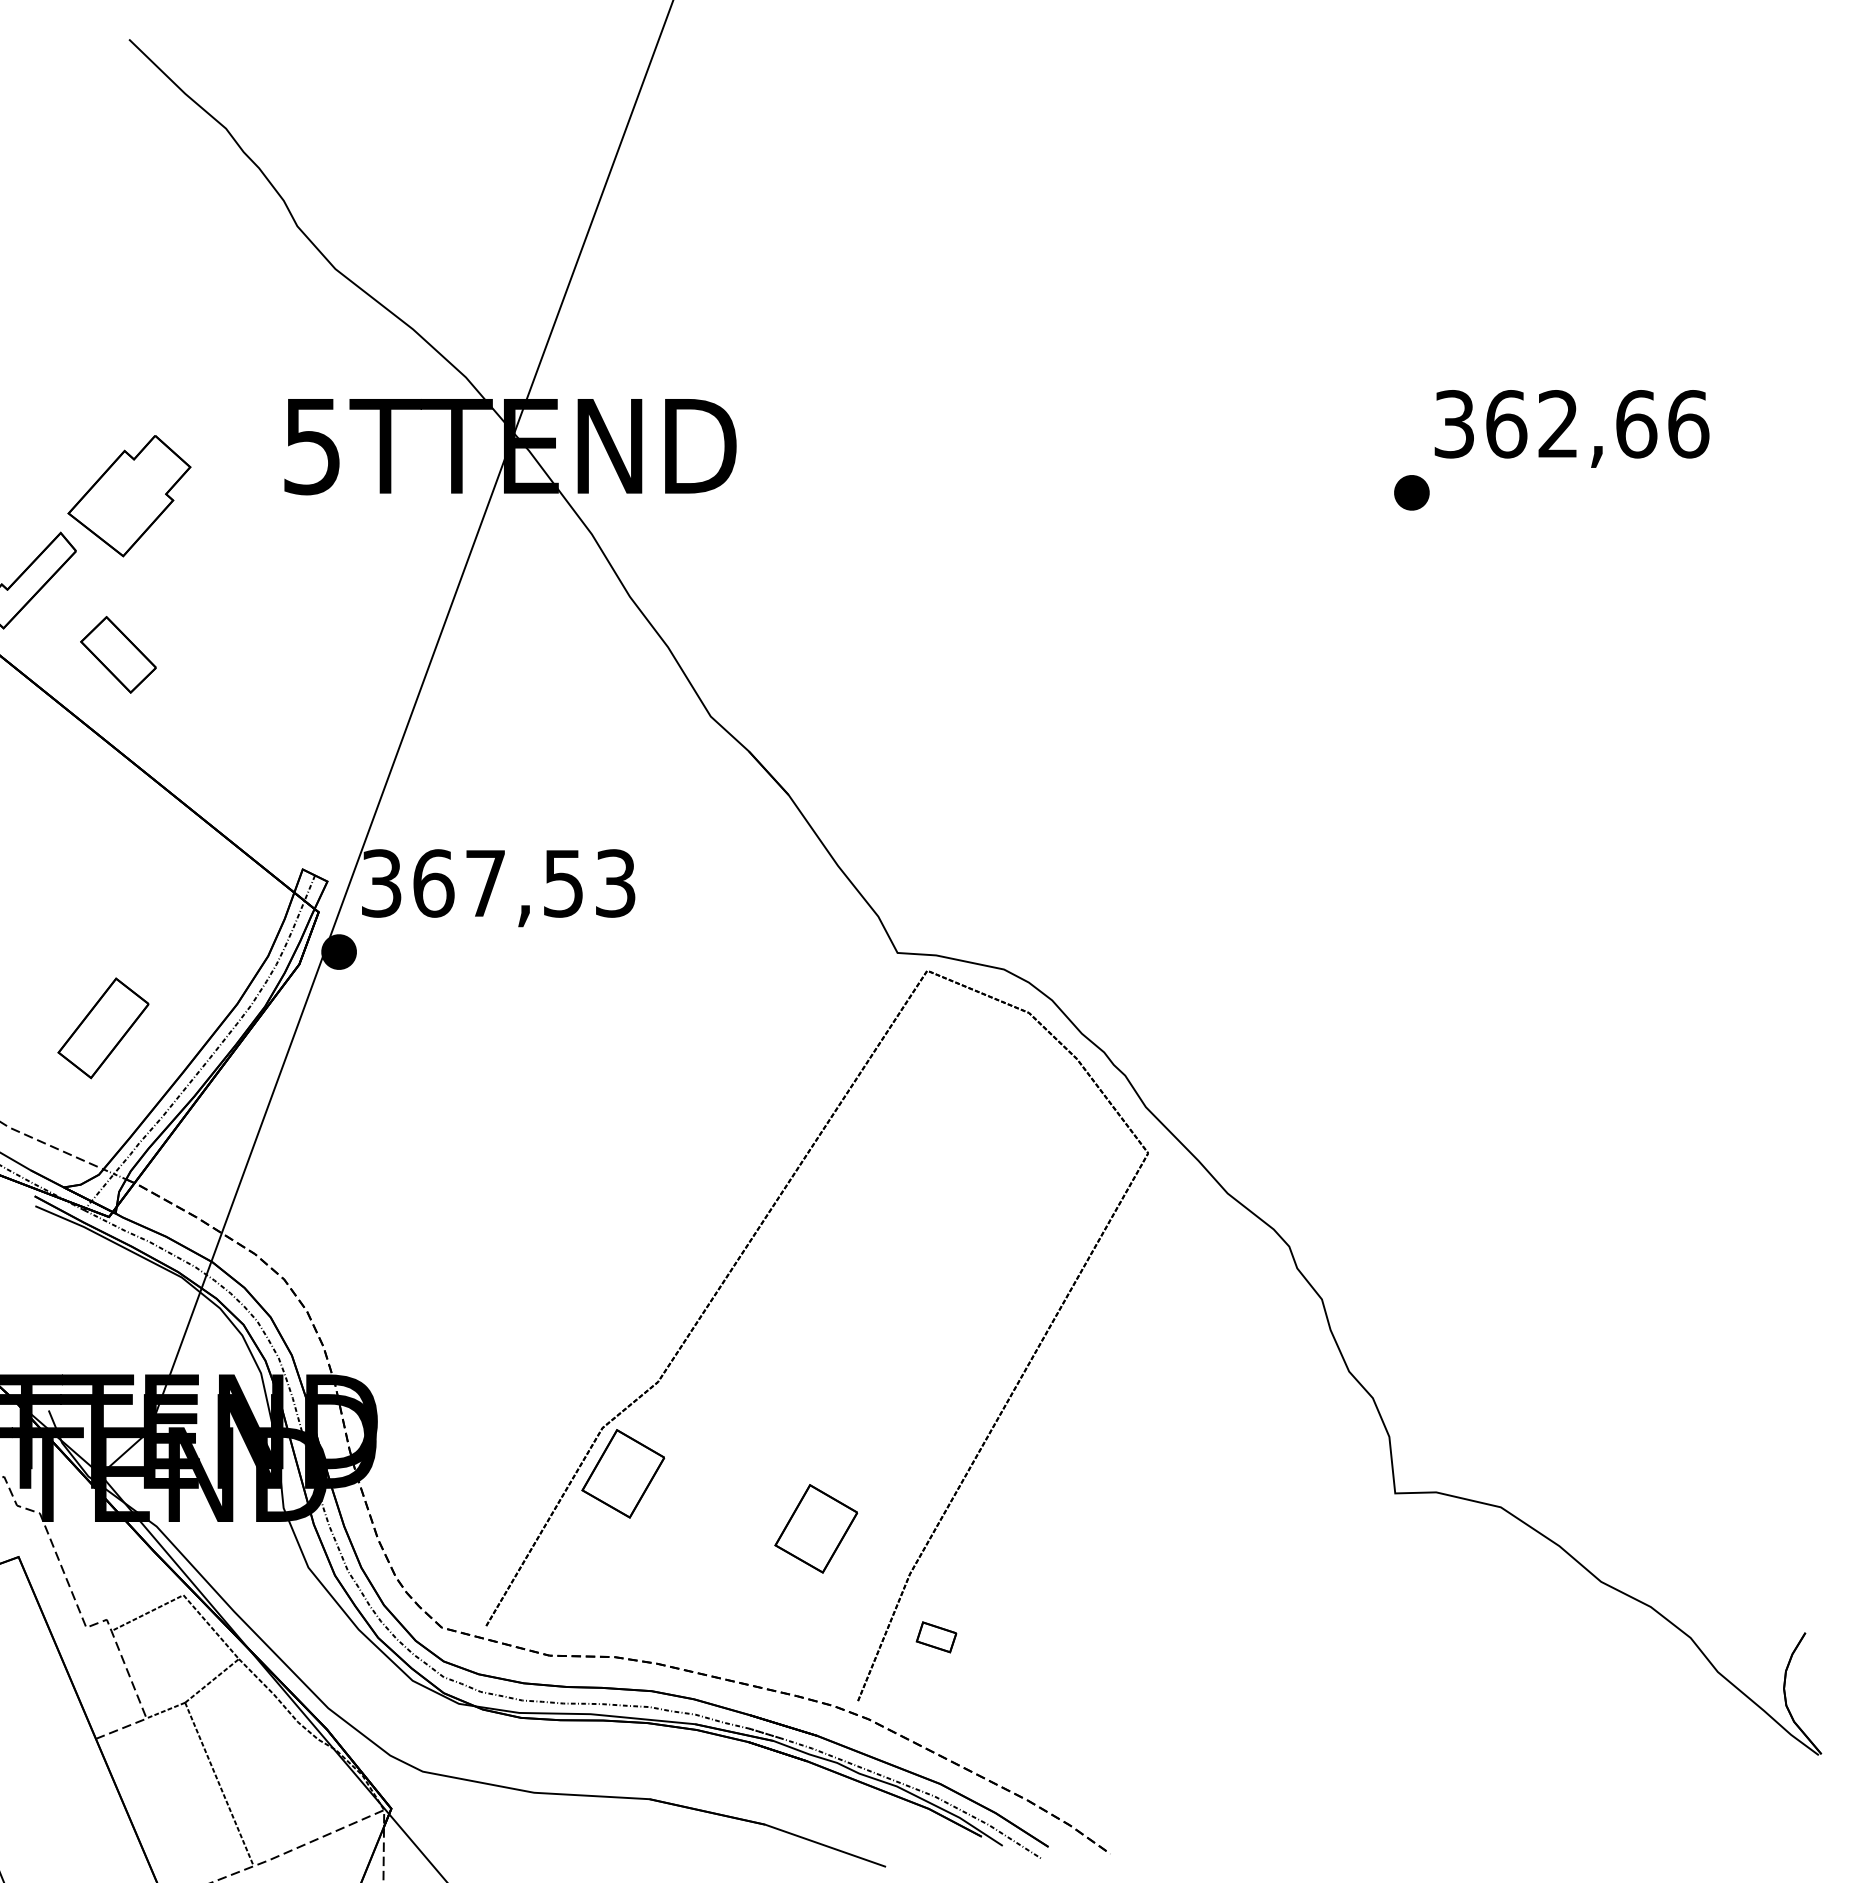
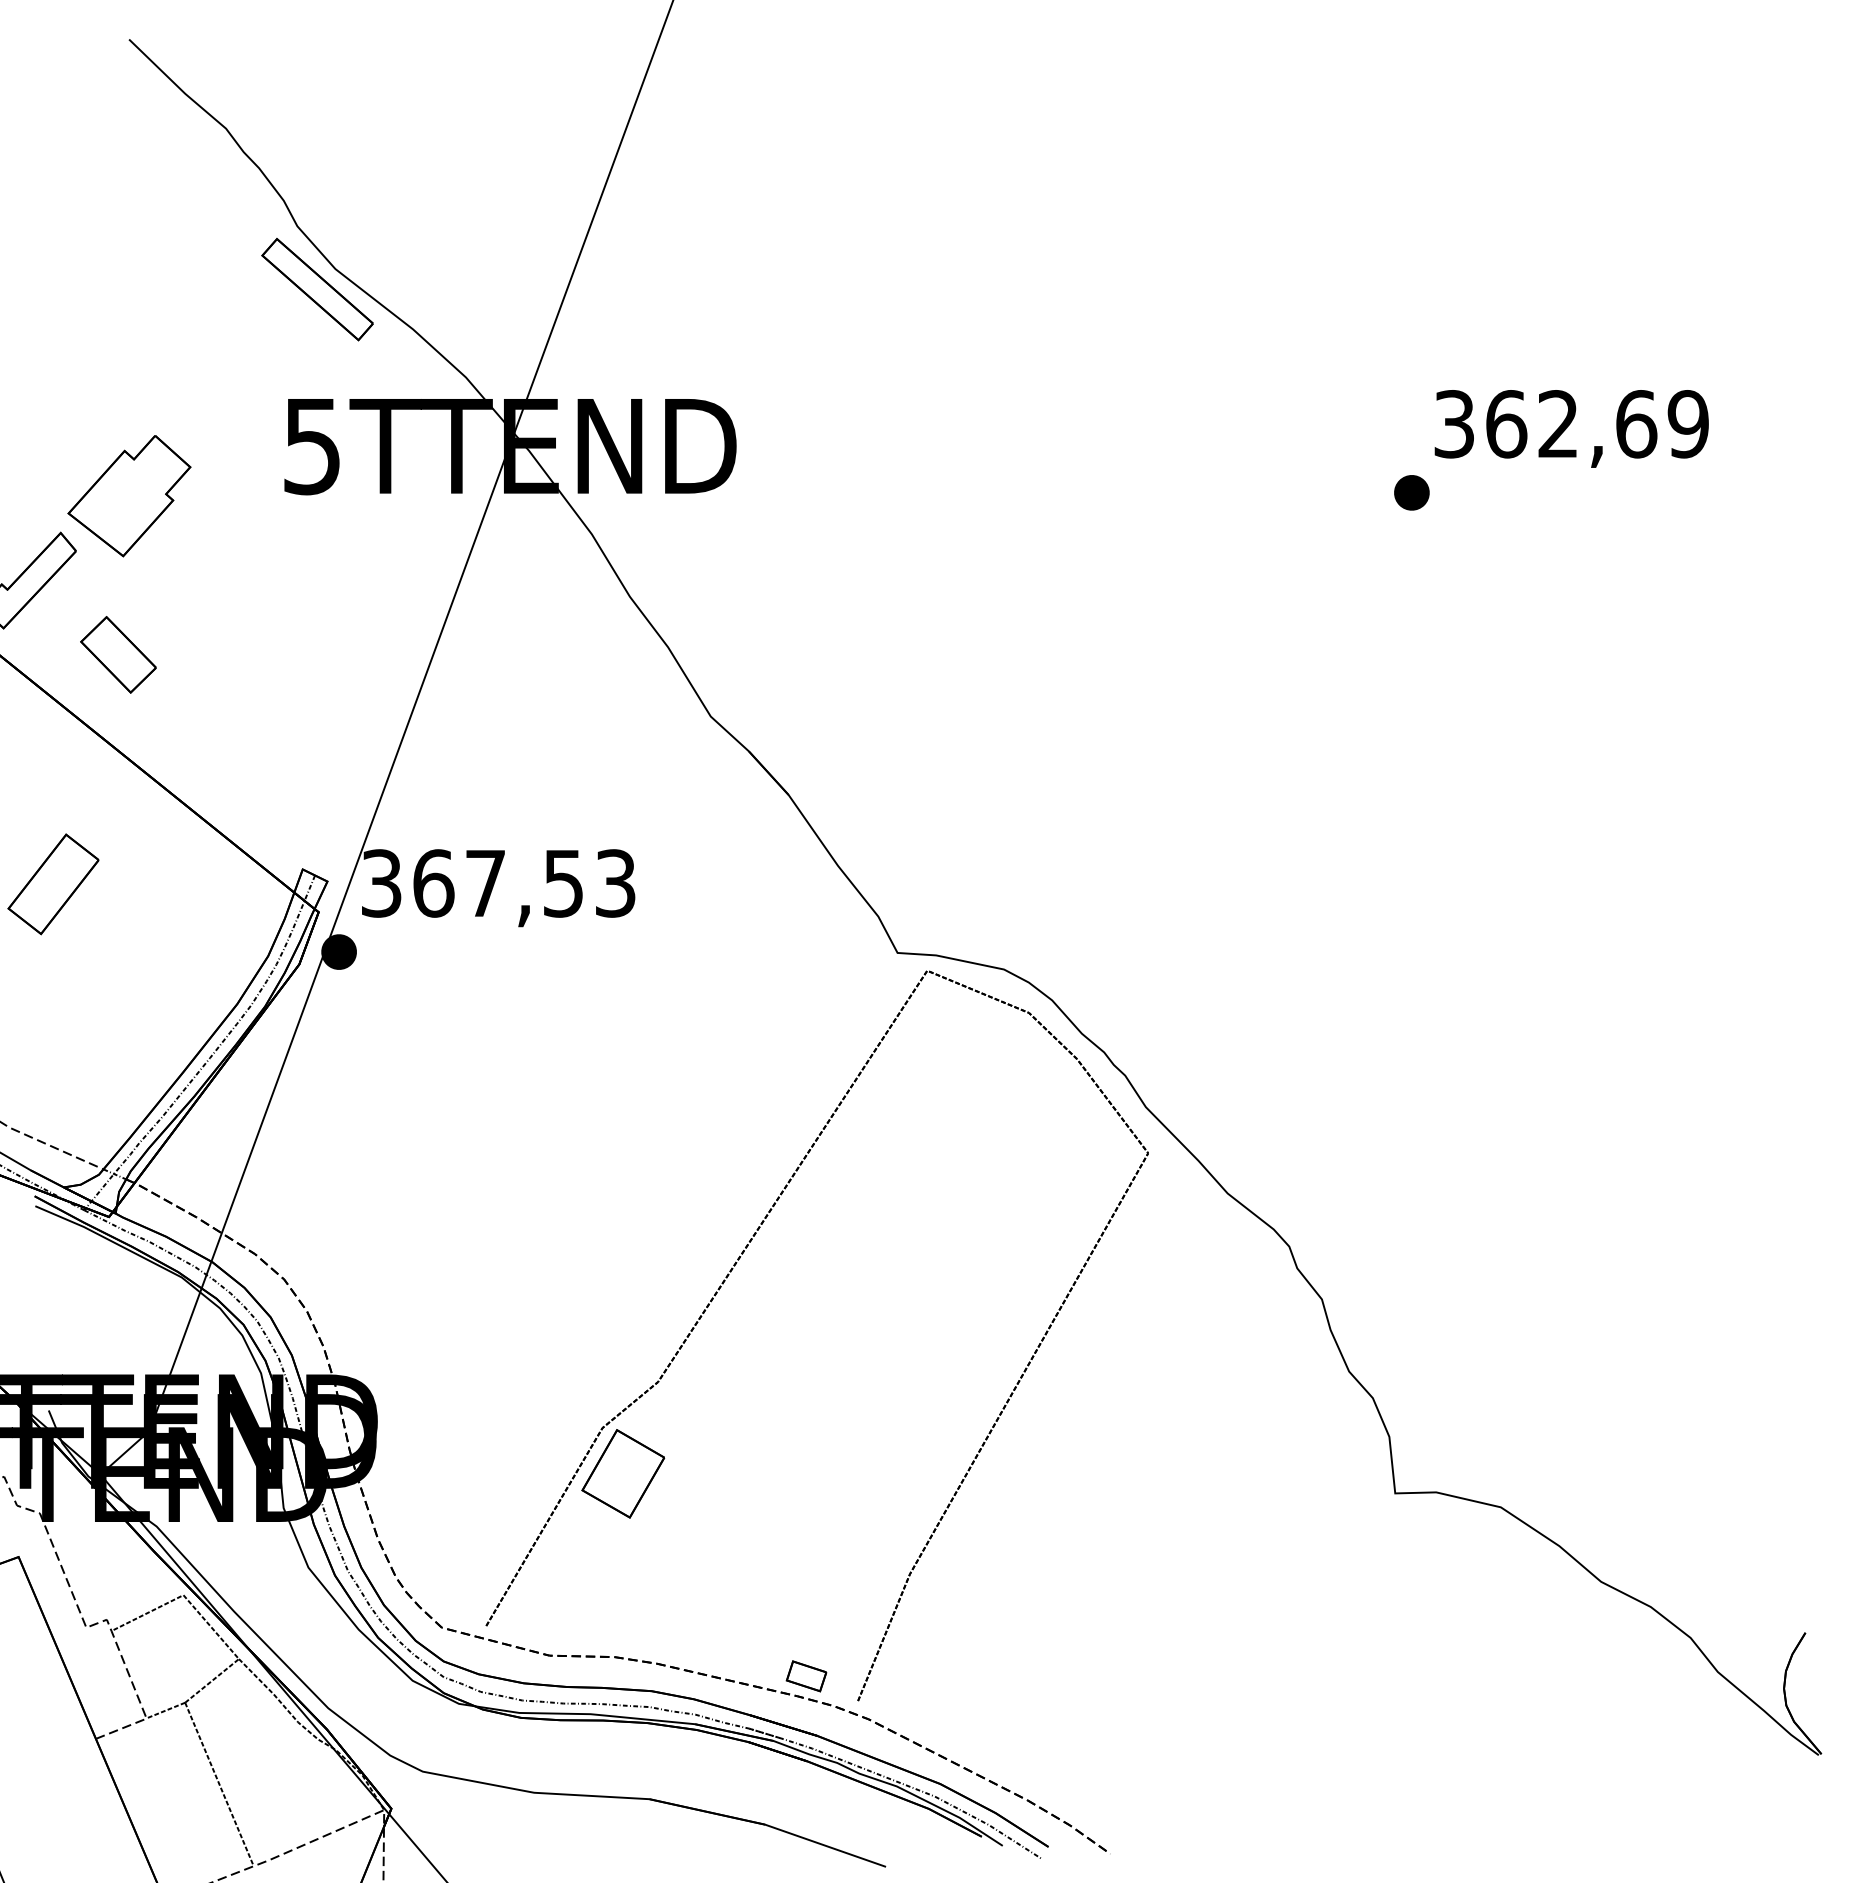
part at (317, 289): none -> present
text at (1688, 424): 362,66 -> 362,69
part at (103, 1028) position: (103, 1028) -> (53, 884)
part at (816, 1528): present -> none
part at (936, 1637) position: (936, 1637) -> (806, 1676)
